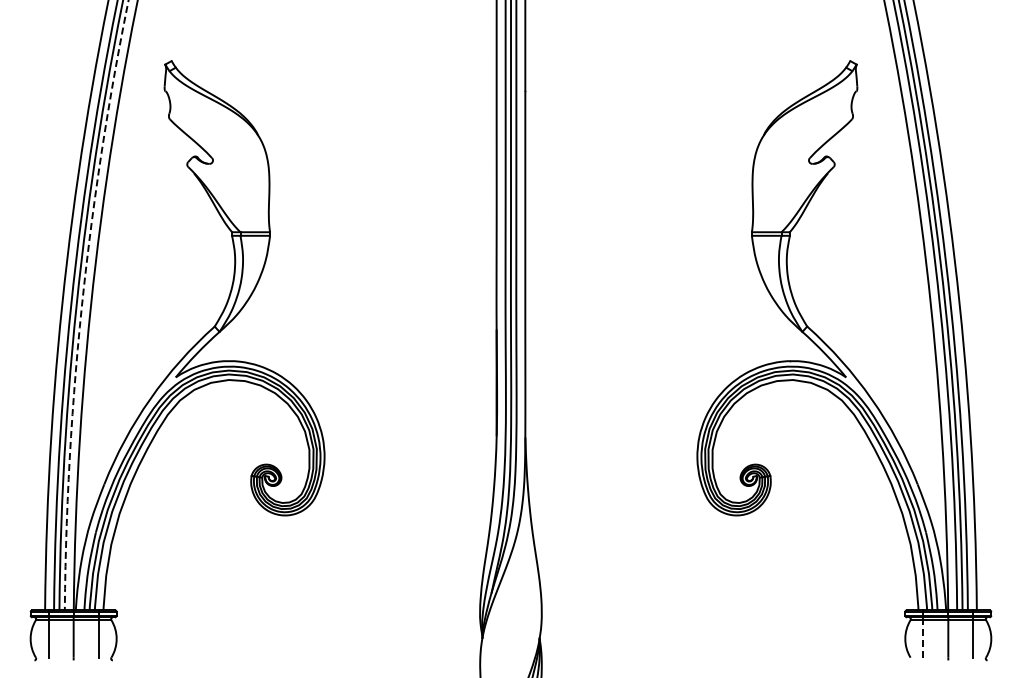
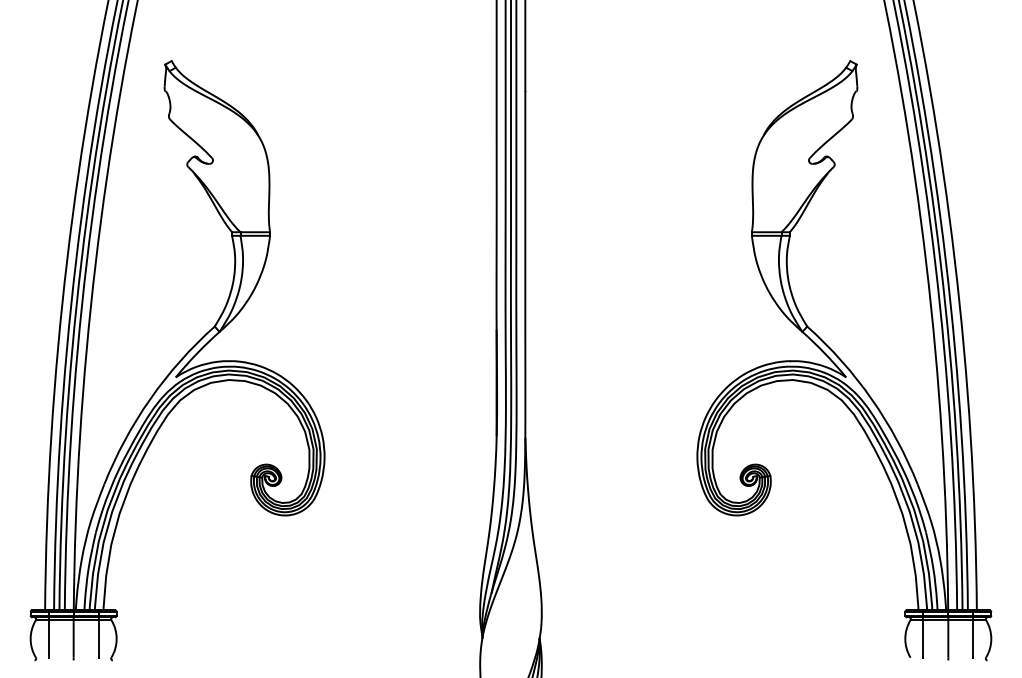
arc at (82, 304): dashed -> solid
line at (923, 638): dashed -> solid
